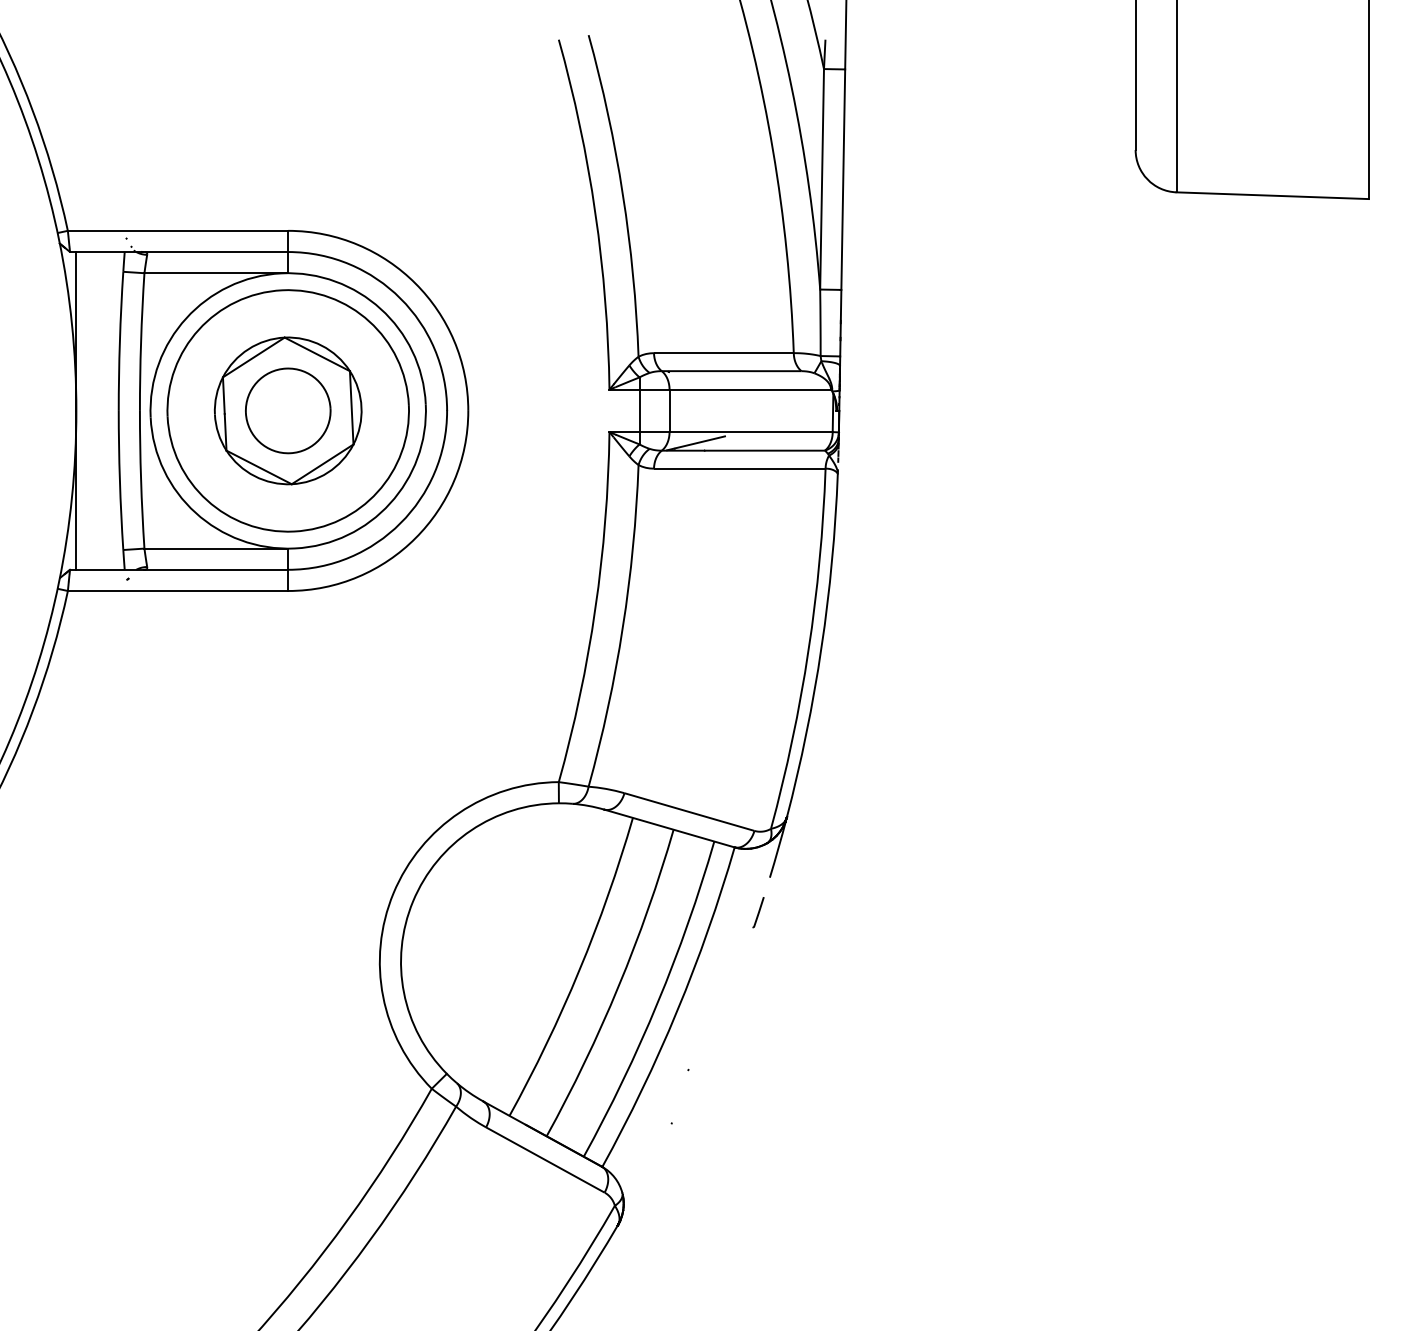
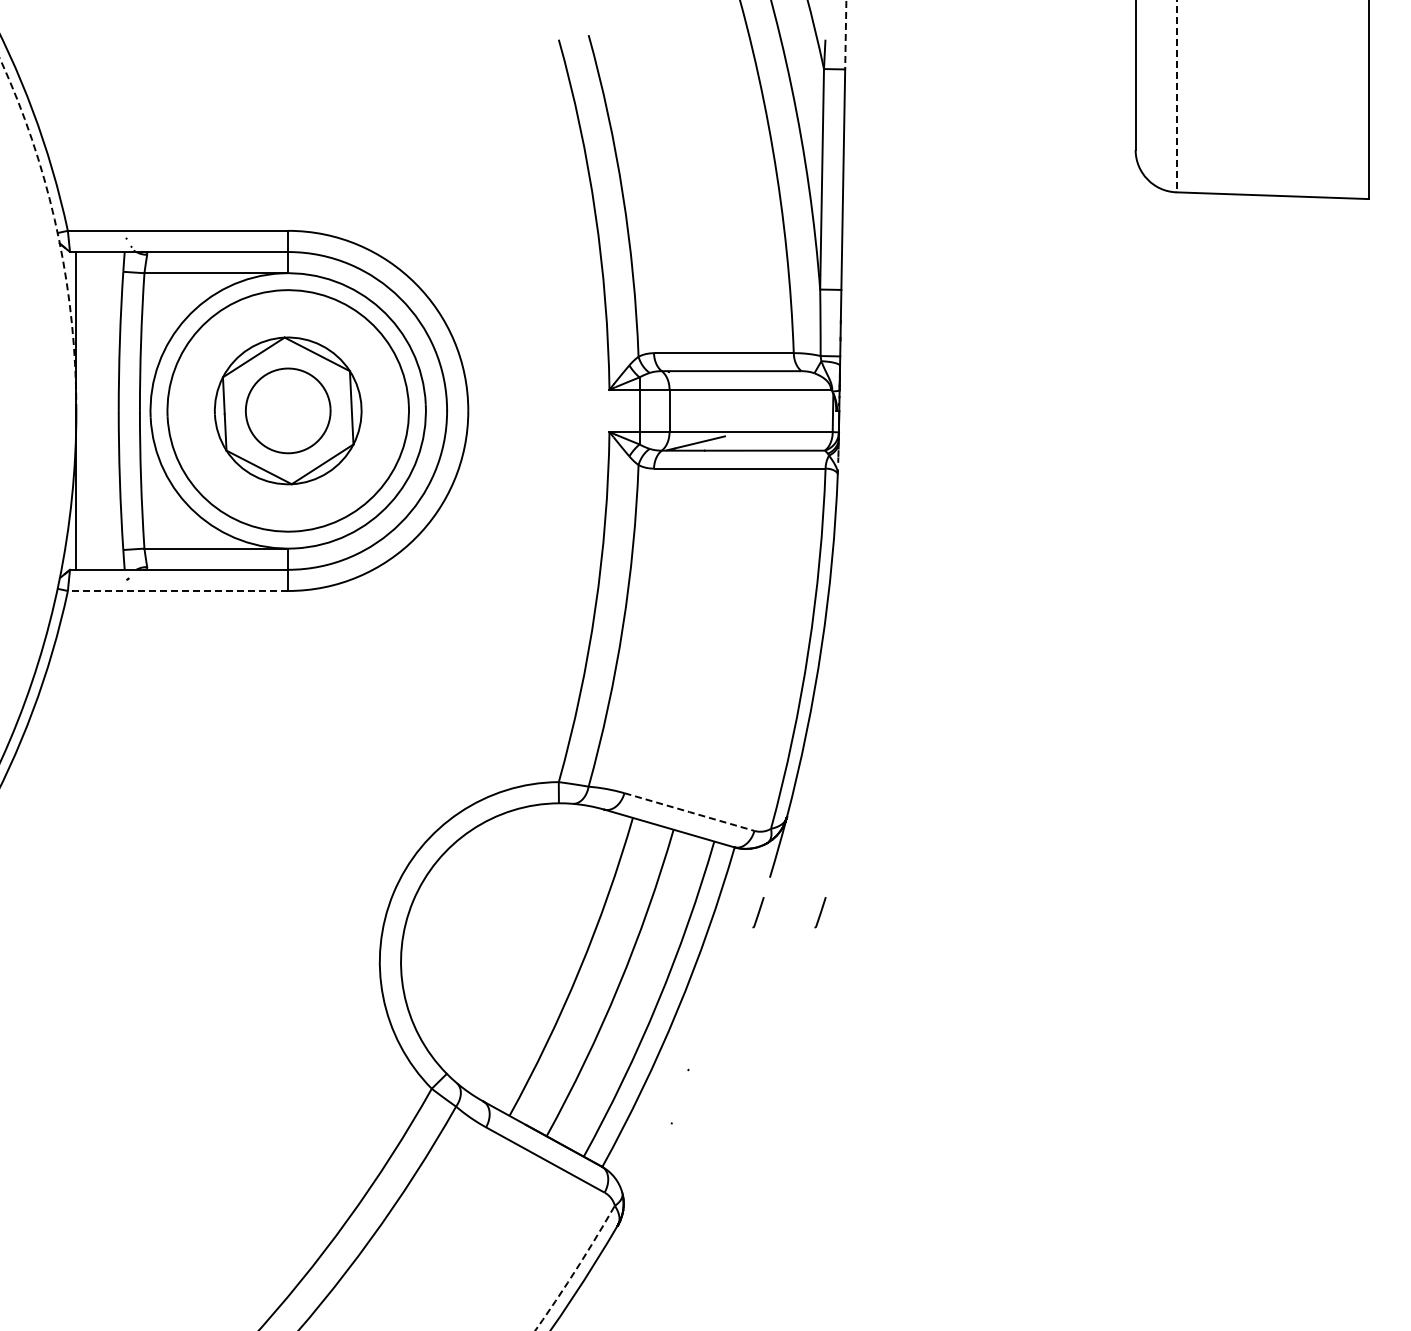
line at (845, 35): solid -> dashed
line at (1176, 96): solid -> dashed
arc at (57, 230): solid -> dashed
line at (177, 590): solid -> dashed
line at (689, 812): solid -> dashed
line at (820, 912): none -> present
arc at (576, 1268): solid -> dashed
